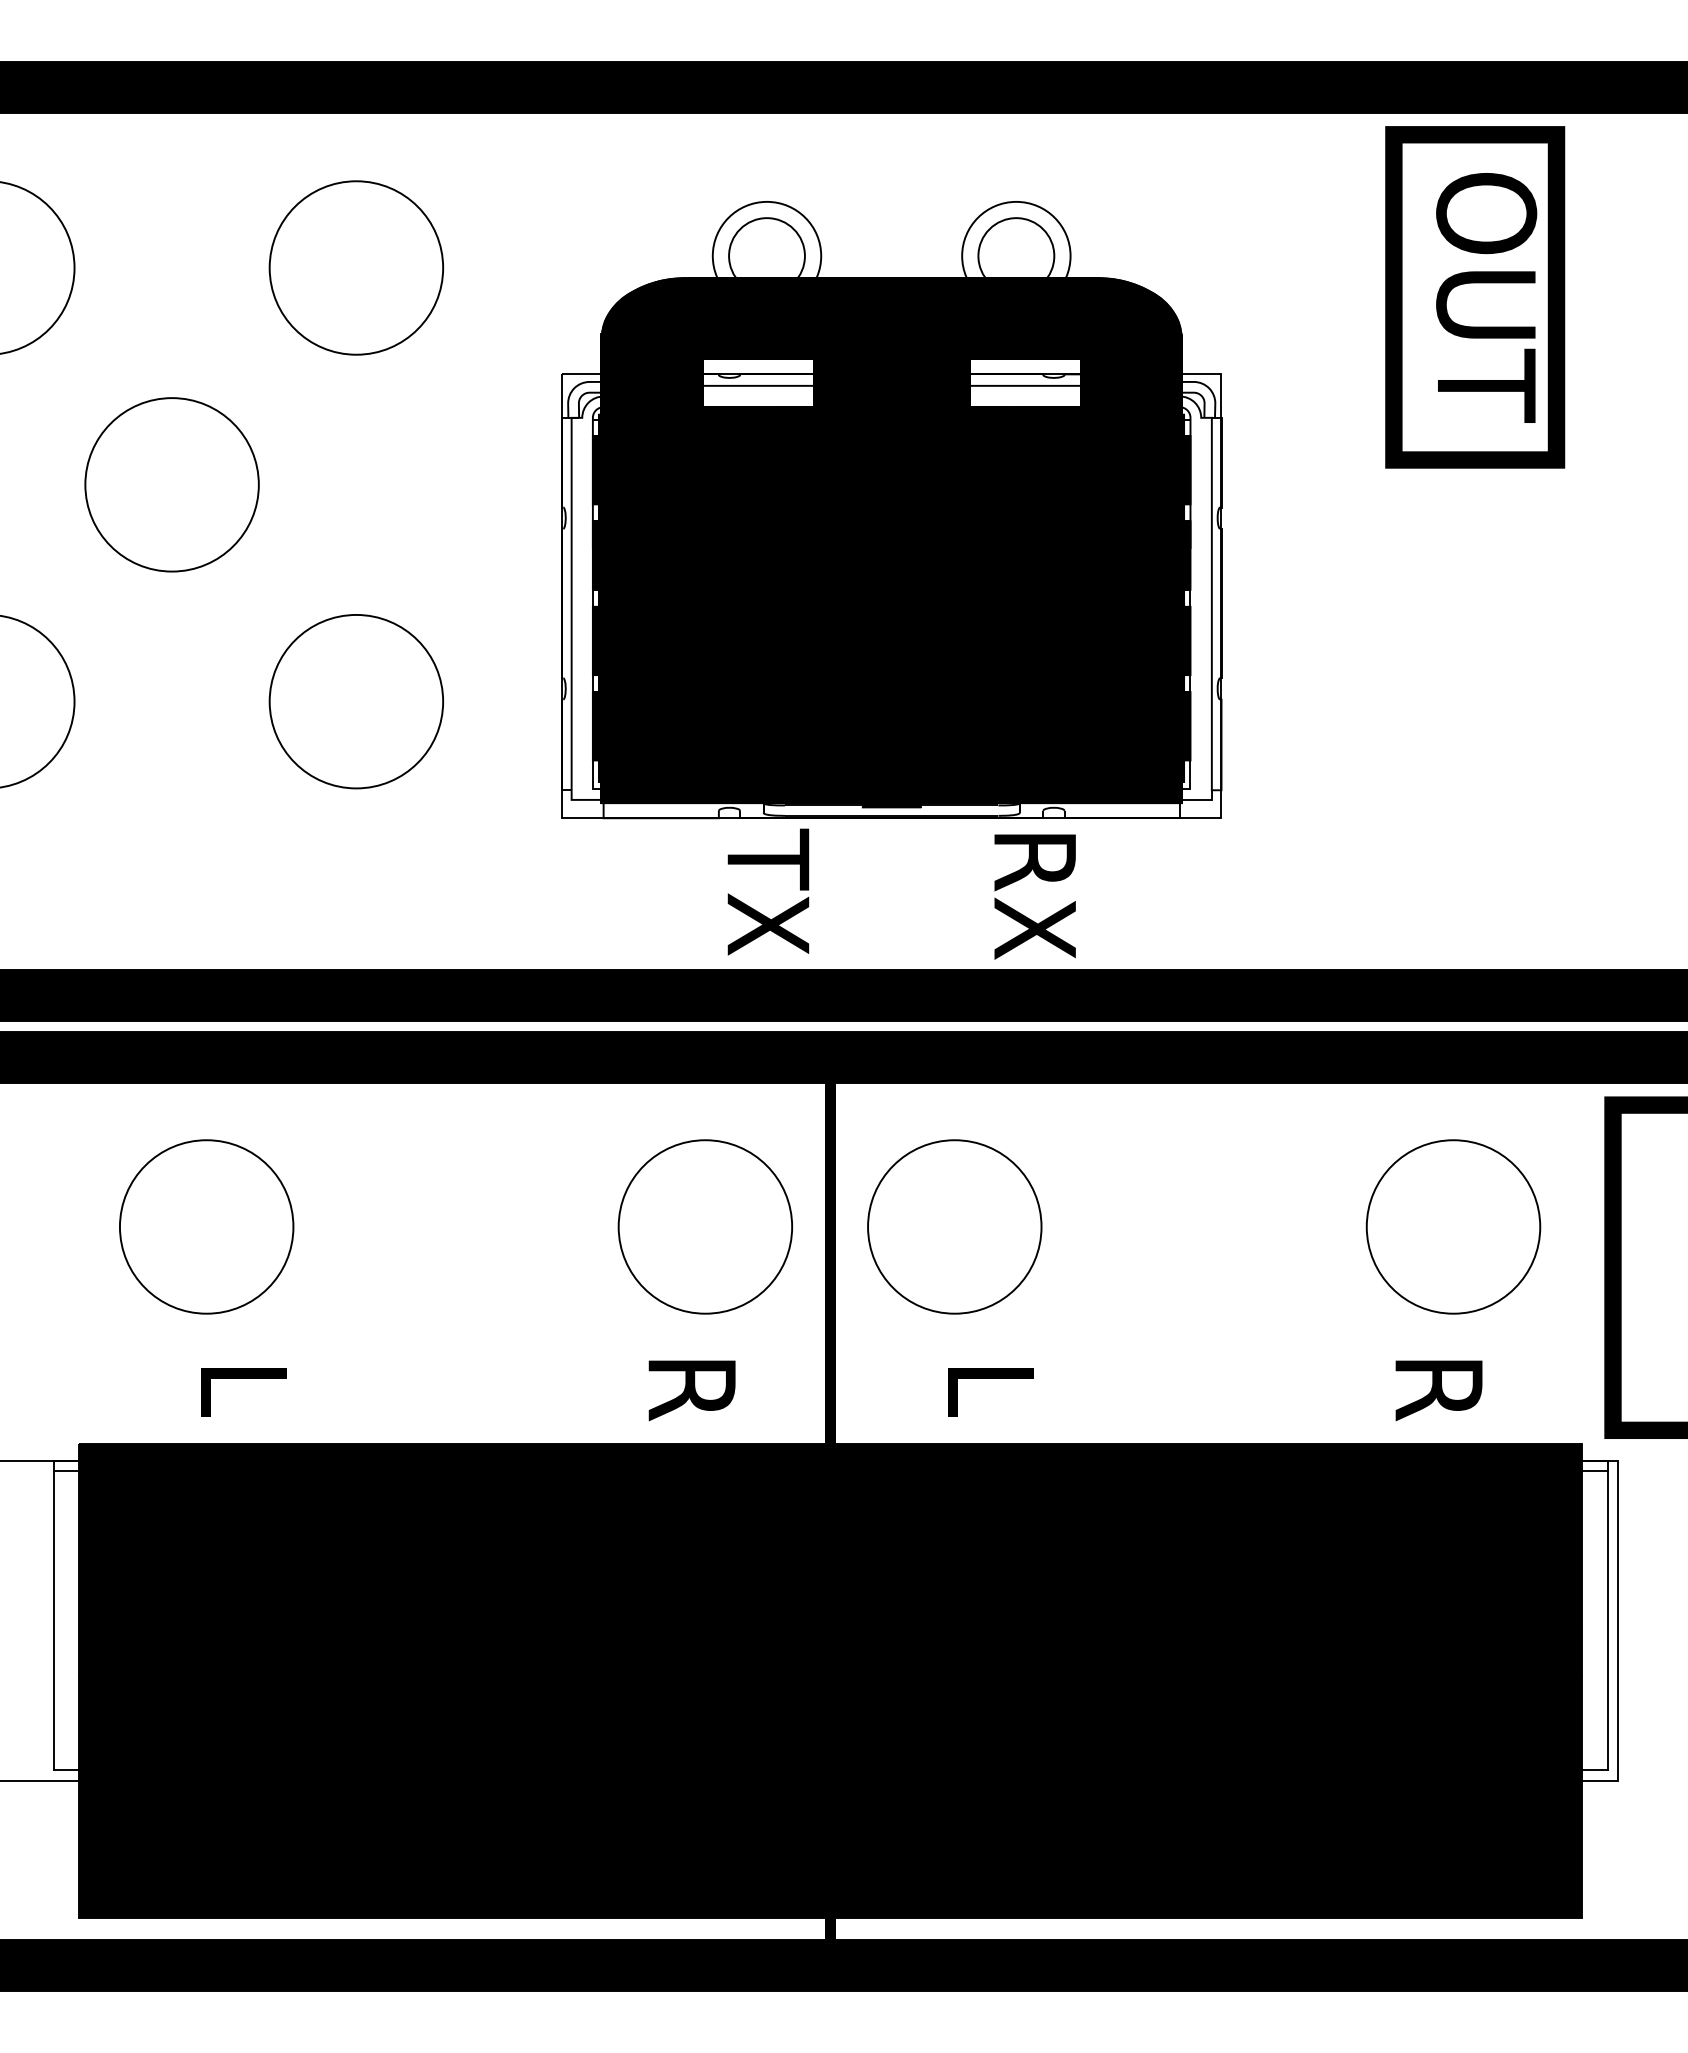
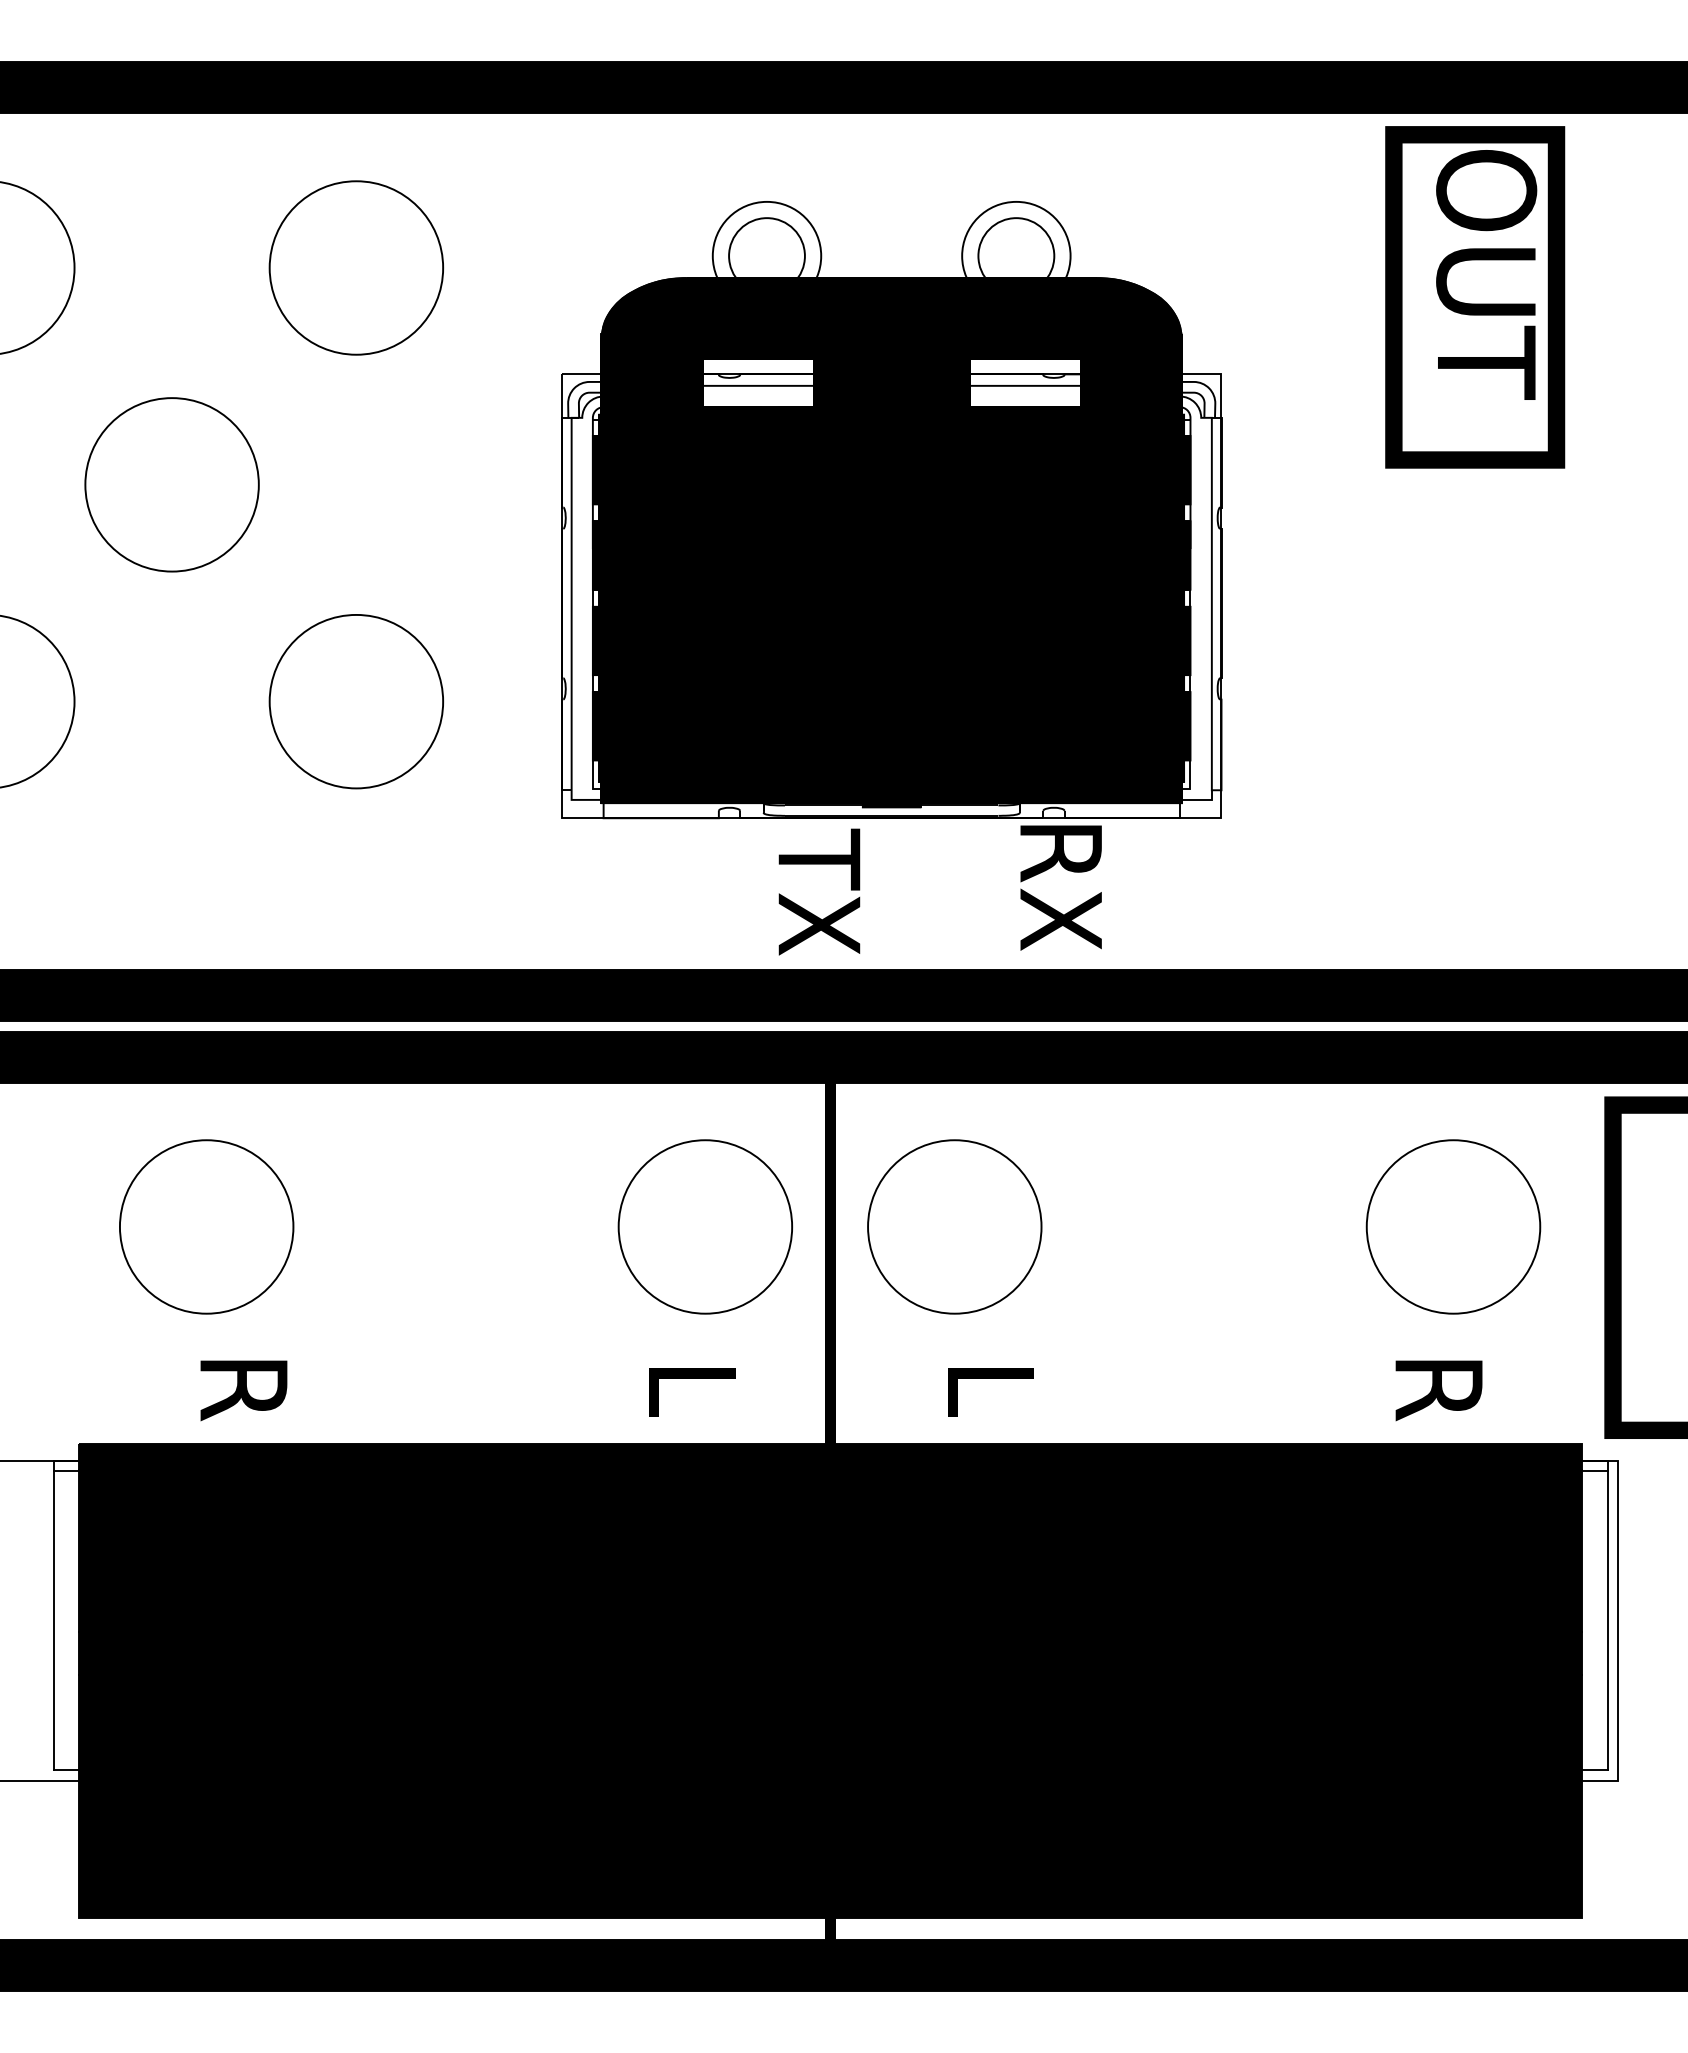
text at (1486, 297) position: (1486, 297) -> (1486, 274)
text at (768, 891) position: (768, 891) -> (819, 891)
text at (1034, 896) position: (1034, 896) -> (1060, 887)
text at (243, 1390): L -> R
text at (691, 1390): R -> L
